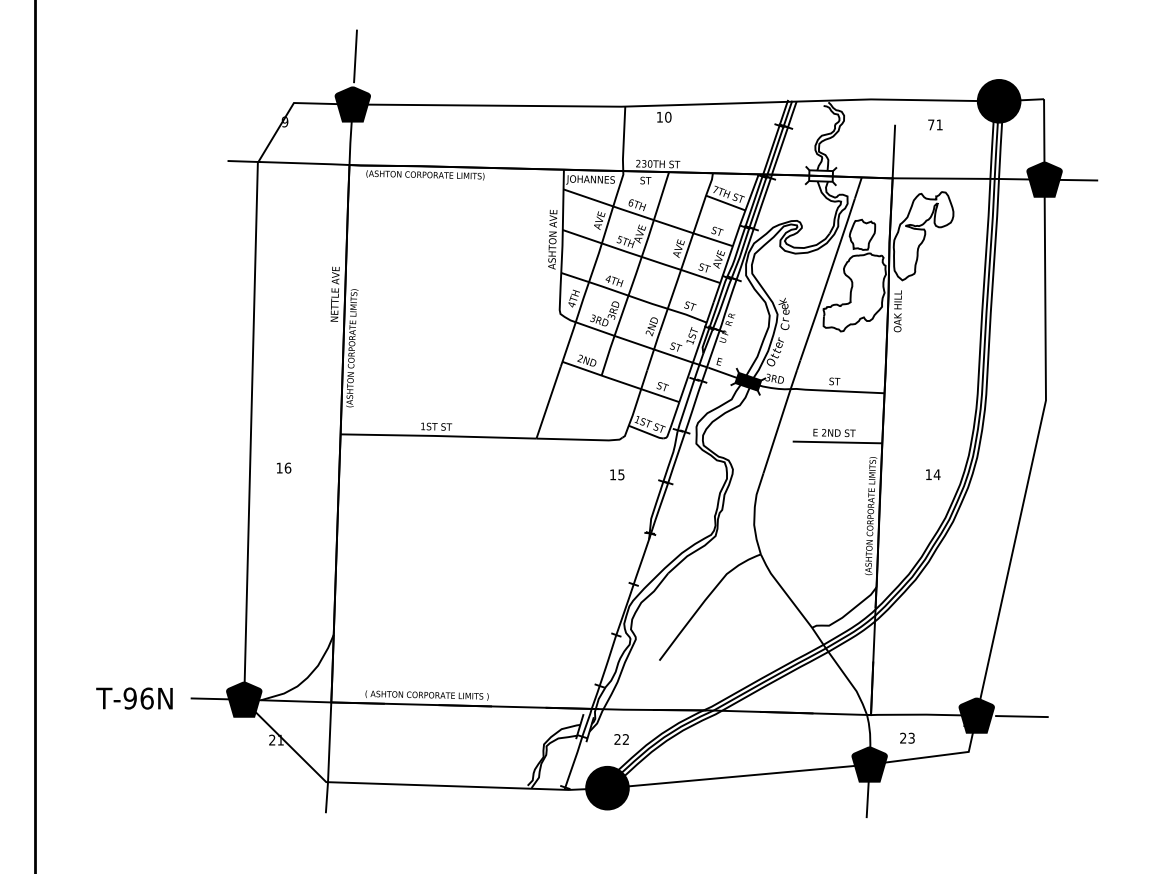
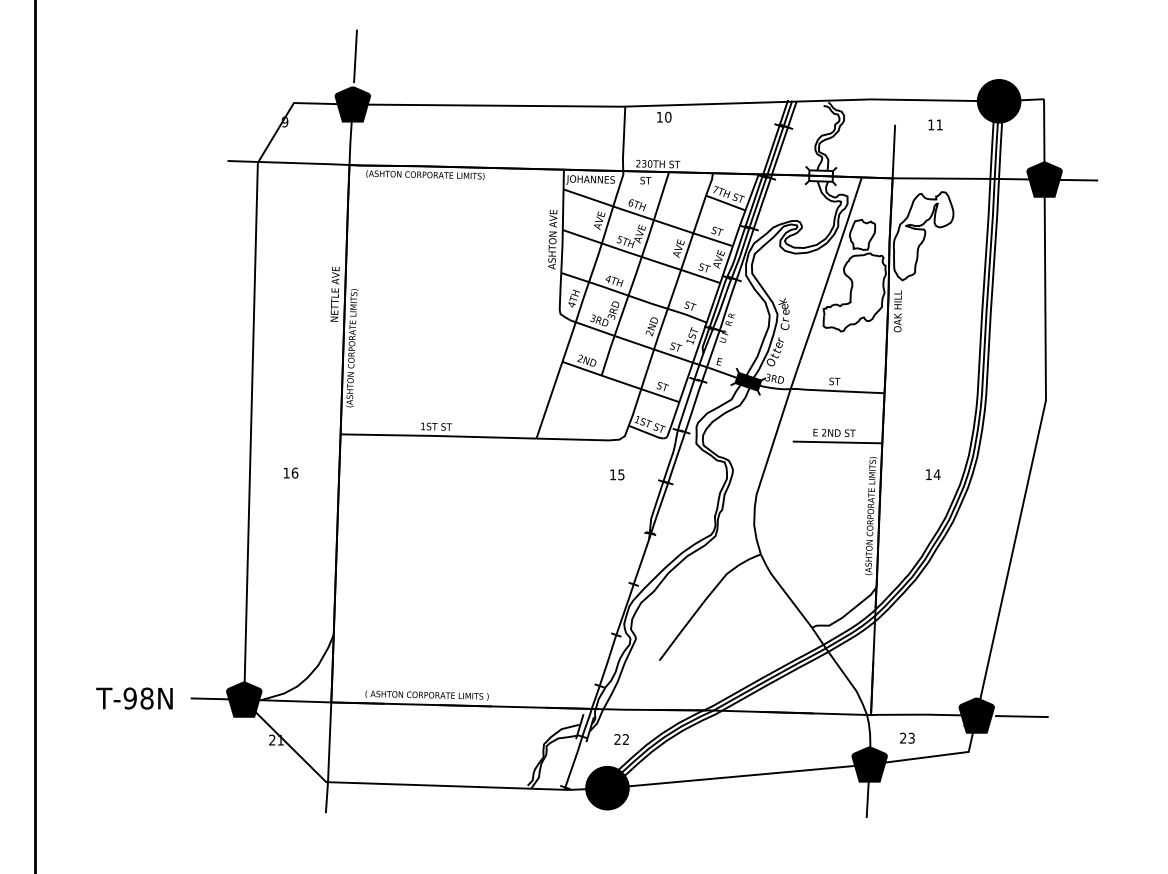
text at (931, 124): 71 -> 11
text at (284, 467) position: (284, 467) -> (291, 472)
text at (146, 698): T-96N -> T-98N
